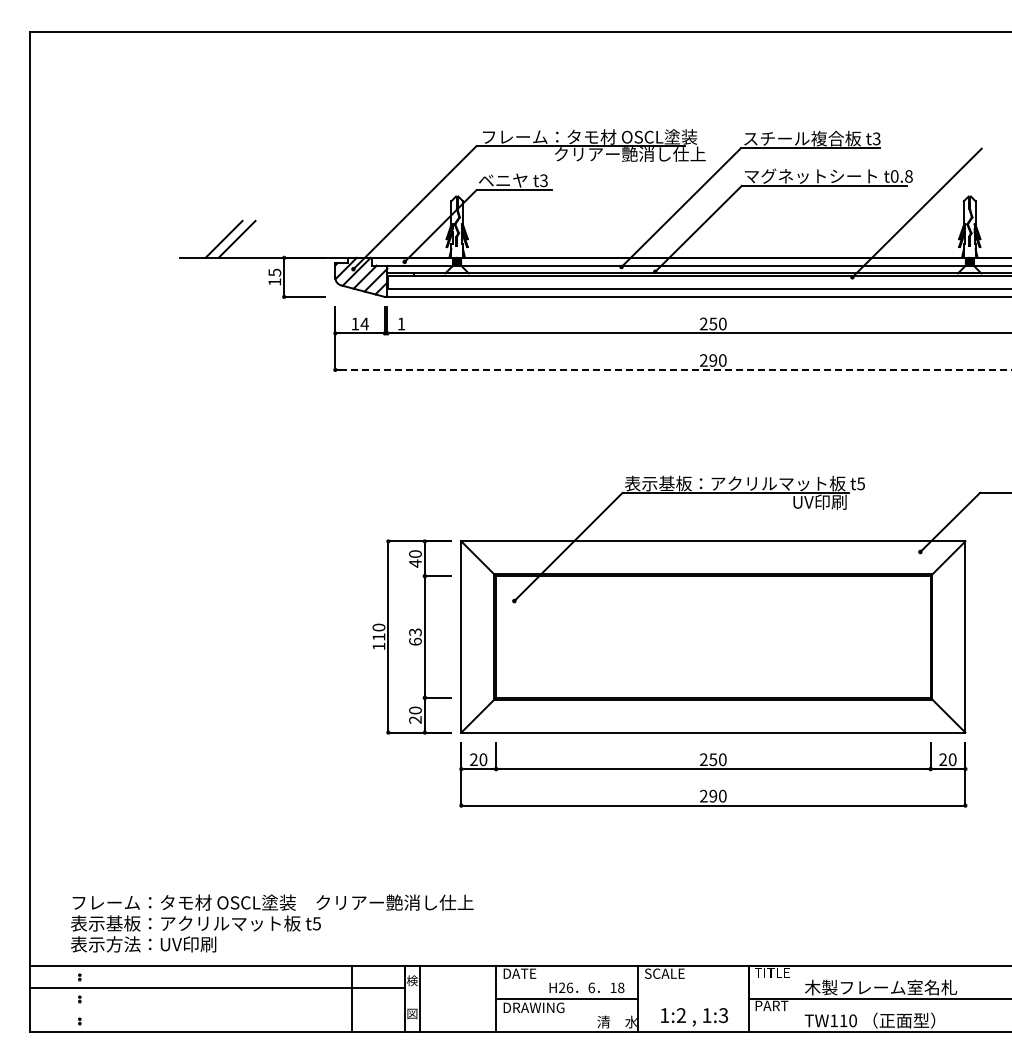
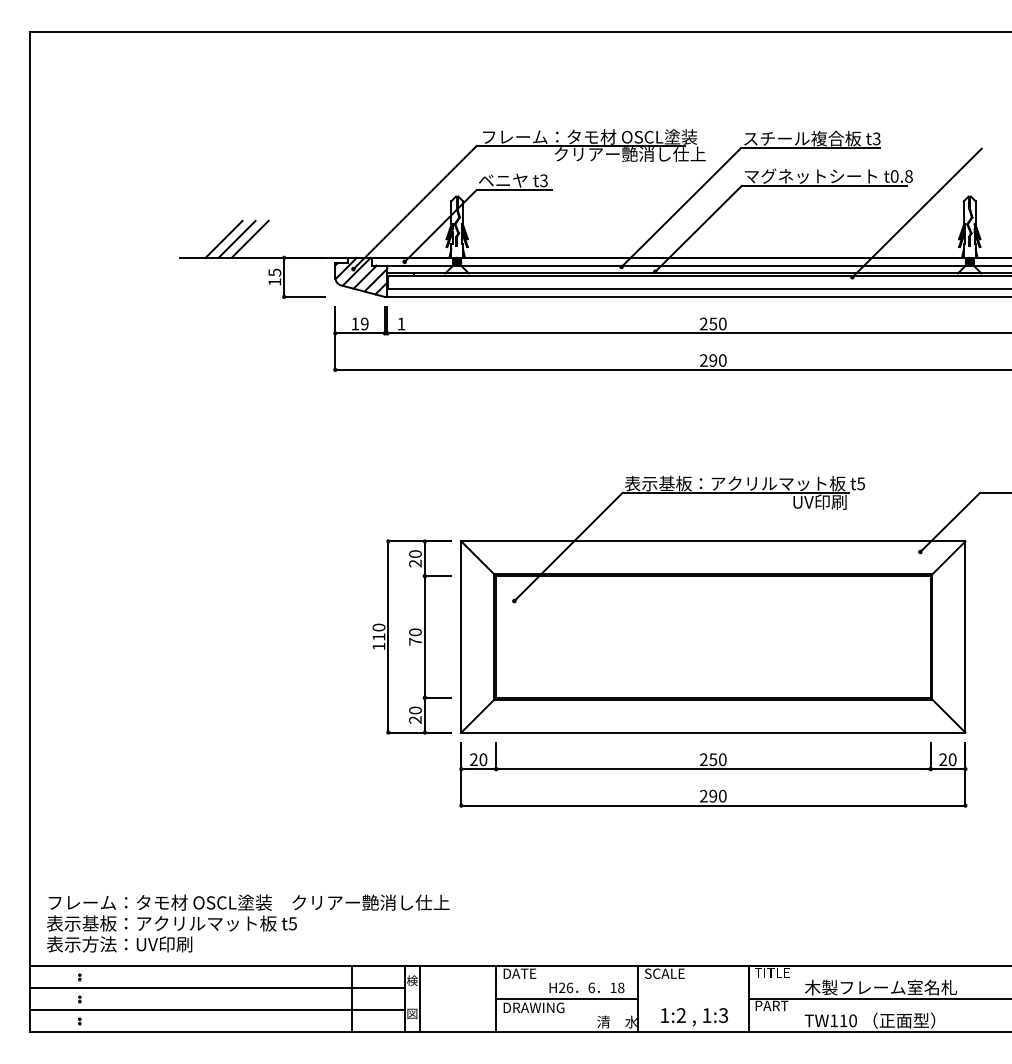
line at (249, 238): none -> present
text at (364, 323): 14 -> 19
line at (675, 369): dashed -> solid
text at (415, 563): 40 -> 20
text at (415, 636): 63 -> 70
text at (272, 923) position: (272, 923) -> (248, 923)
line at (217, 1010): none -> present
